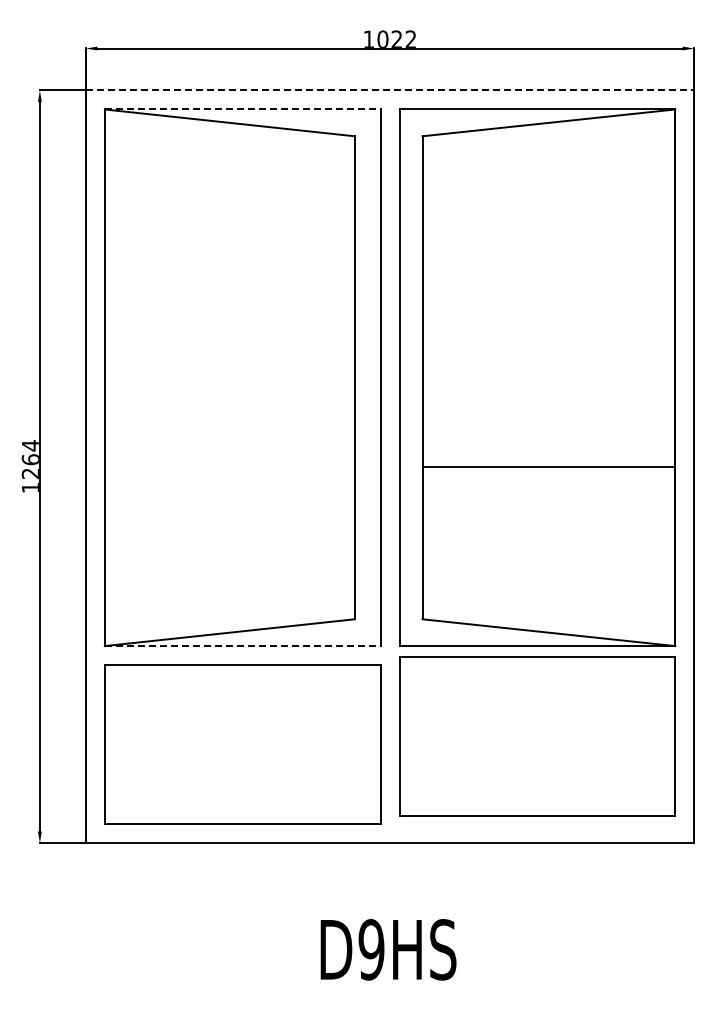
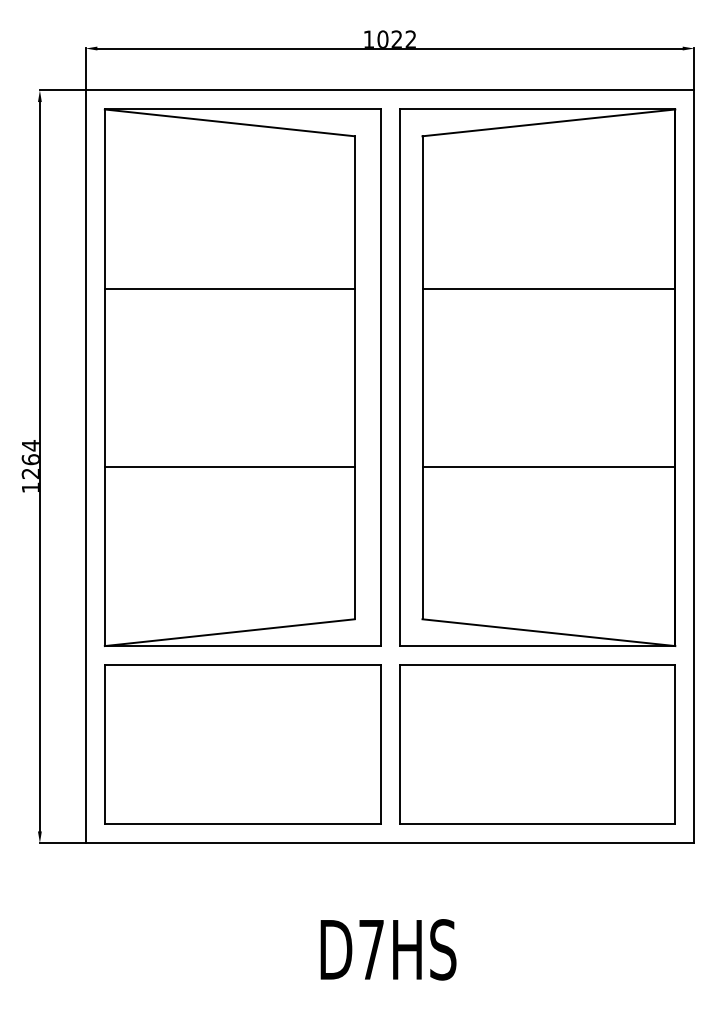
line at (390, 90): dashed -> solid
line at (242, 109): dashed -> solid
line at (229, 288): none -> present
line at (548, 288): none -> present
line at (229, 467): none -> present
line at (242, 646): dashed -> solid
part at (537, 736) position: (537, 736) -> (537, 744)
text at (371, 949): D9HS -> D7HS
